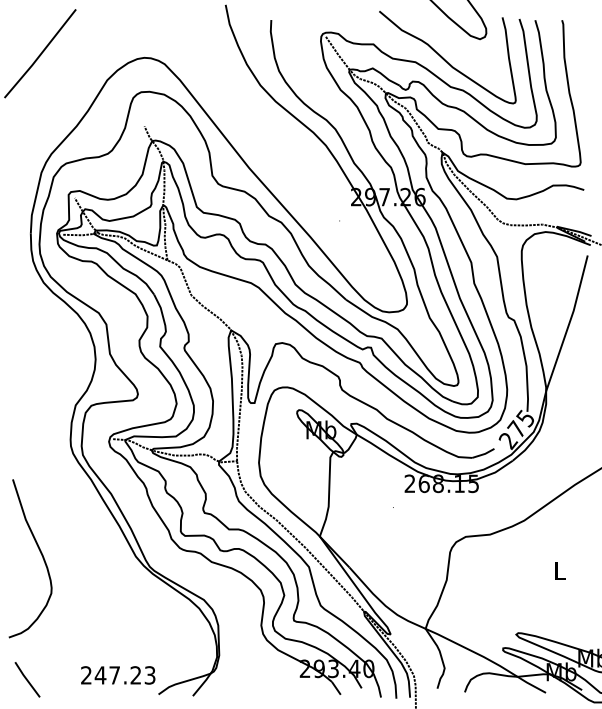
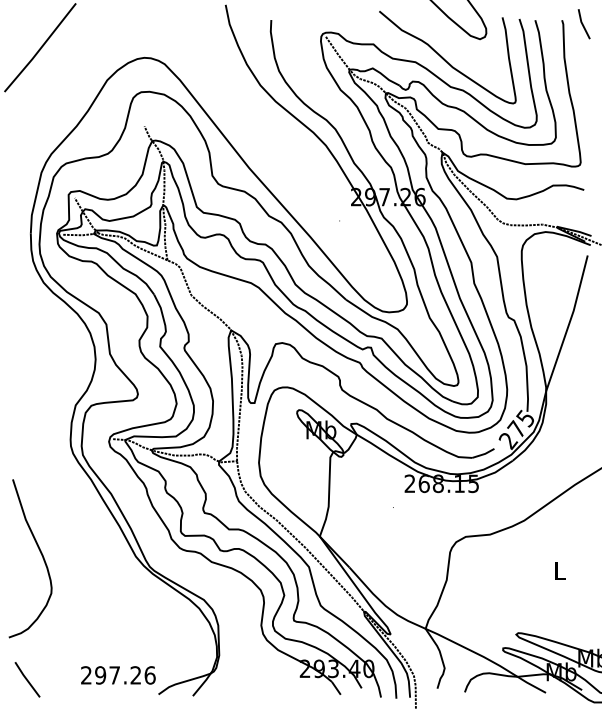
line at (583, 24): none -> present
line at (40, 53) position: (40, 53) -> (40, 47)
text at (124, 675): 247.23 -> 297.26
